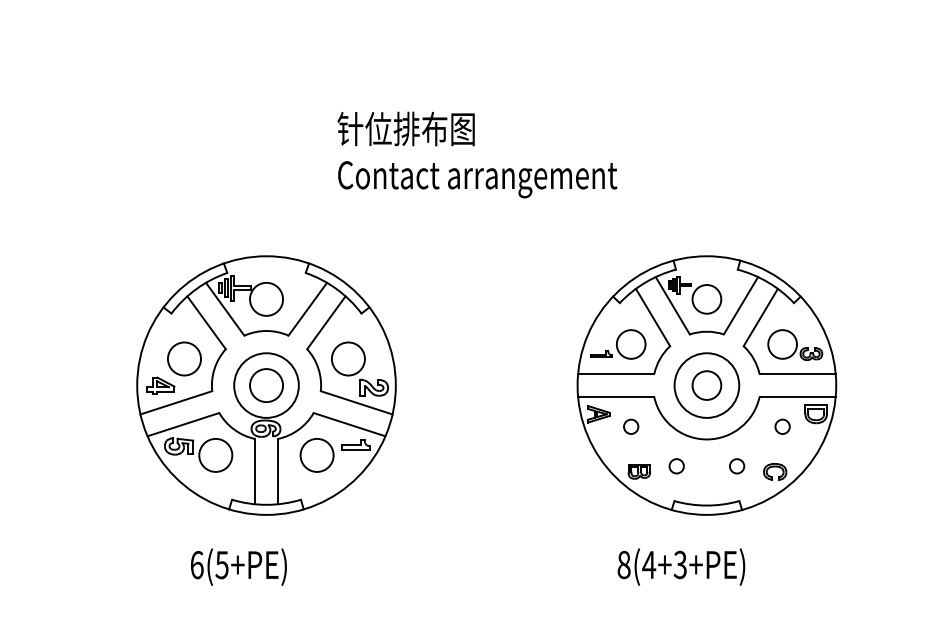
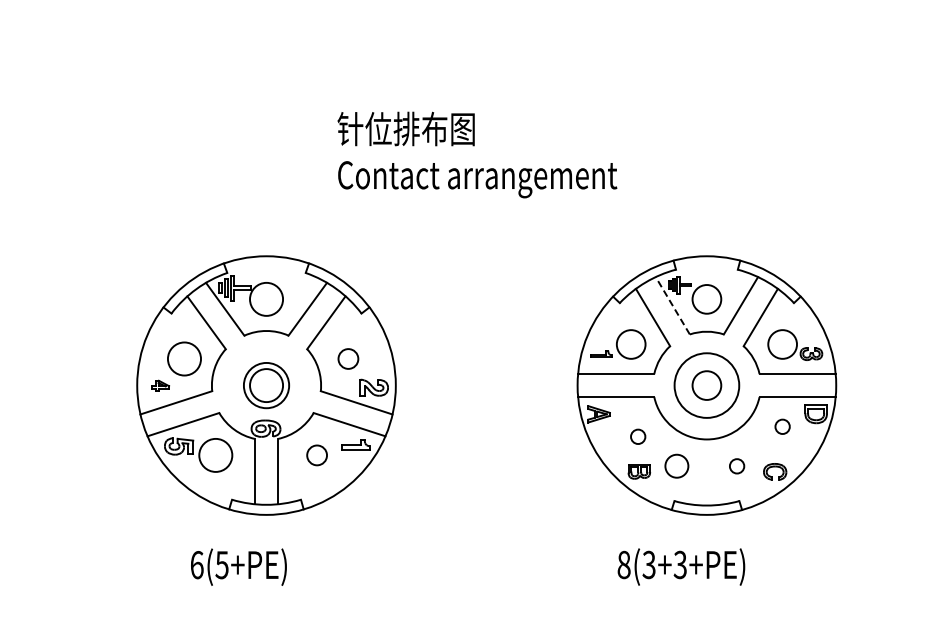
line at (672, 305): solid -> dashed
circle at (347, 358) diameter: 33 px -> 20 px
part at (160, 385) size: 30x19 px -> 19x13 px
circle at (266, 385) diameter: 65 px -> 45 px
circle at (631, 426) position: (631, 426) -> (638, 436)
circle at (316, 454) diameter: 33 px -> 20 px
circle at (676, 466) size: 17x17 px -> 26x26 px
text at (649, 564): 8(4+3+PE) -> 8(3+3+PE)
